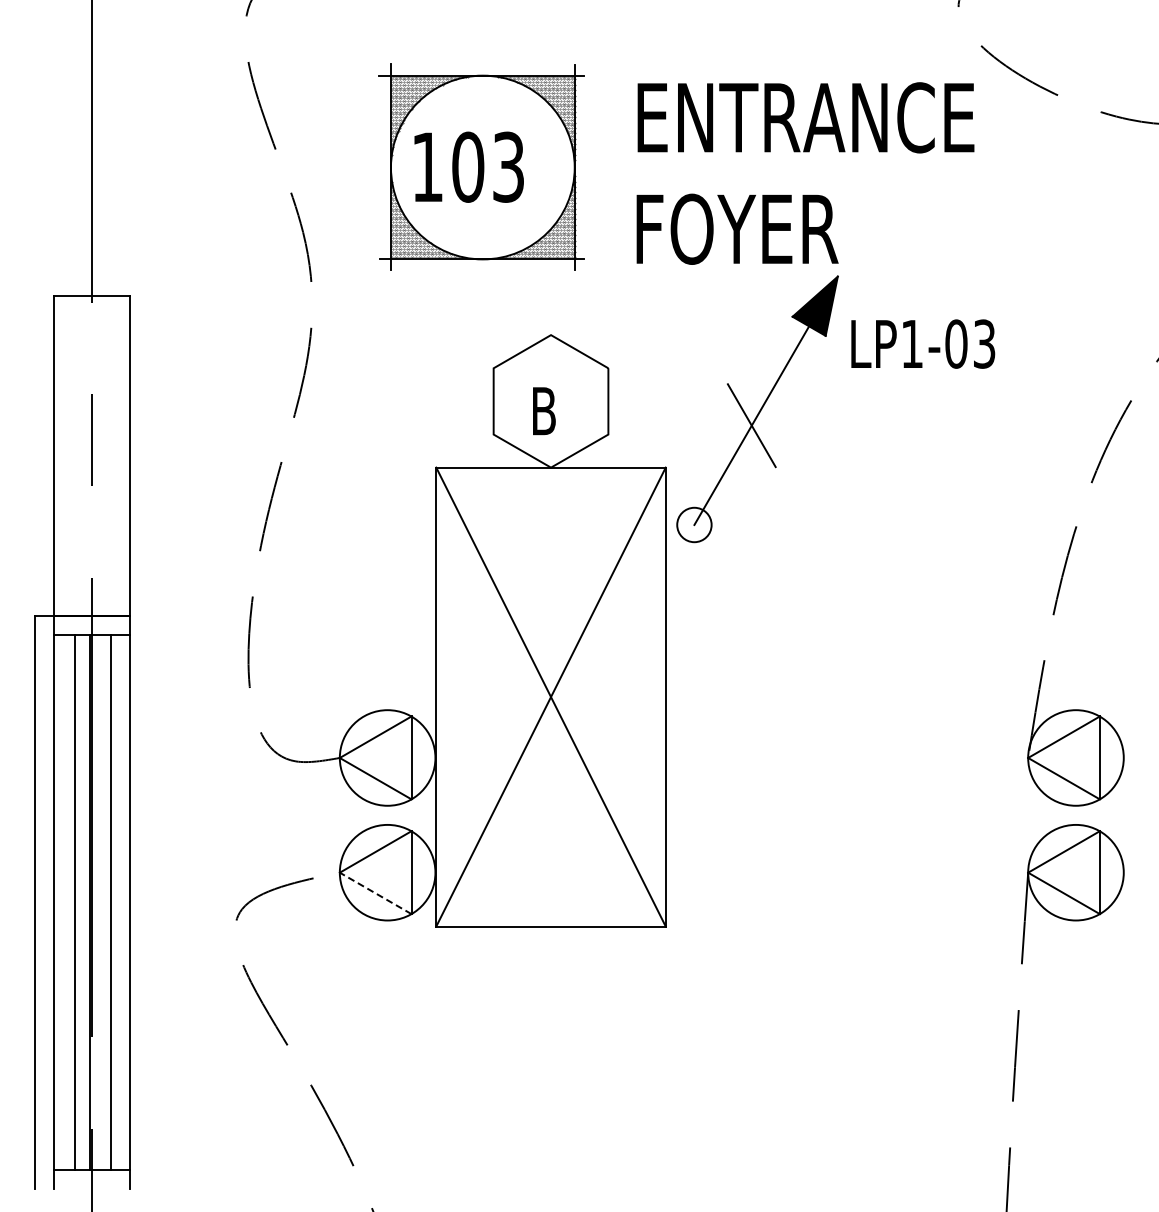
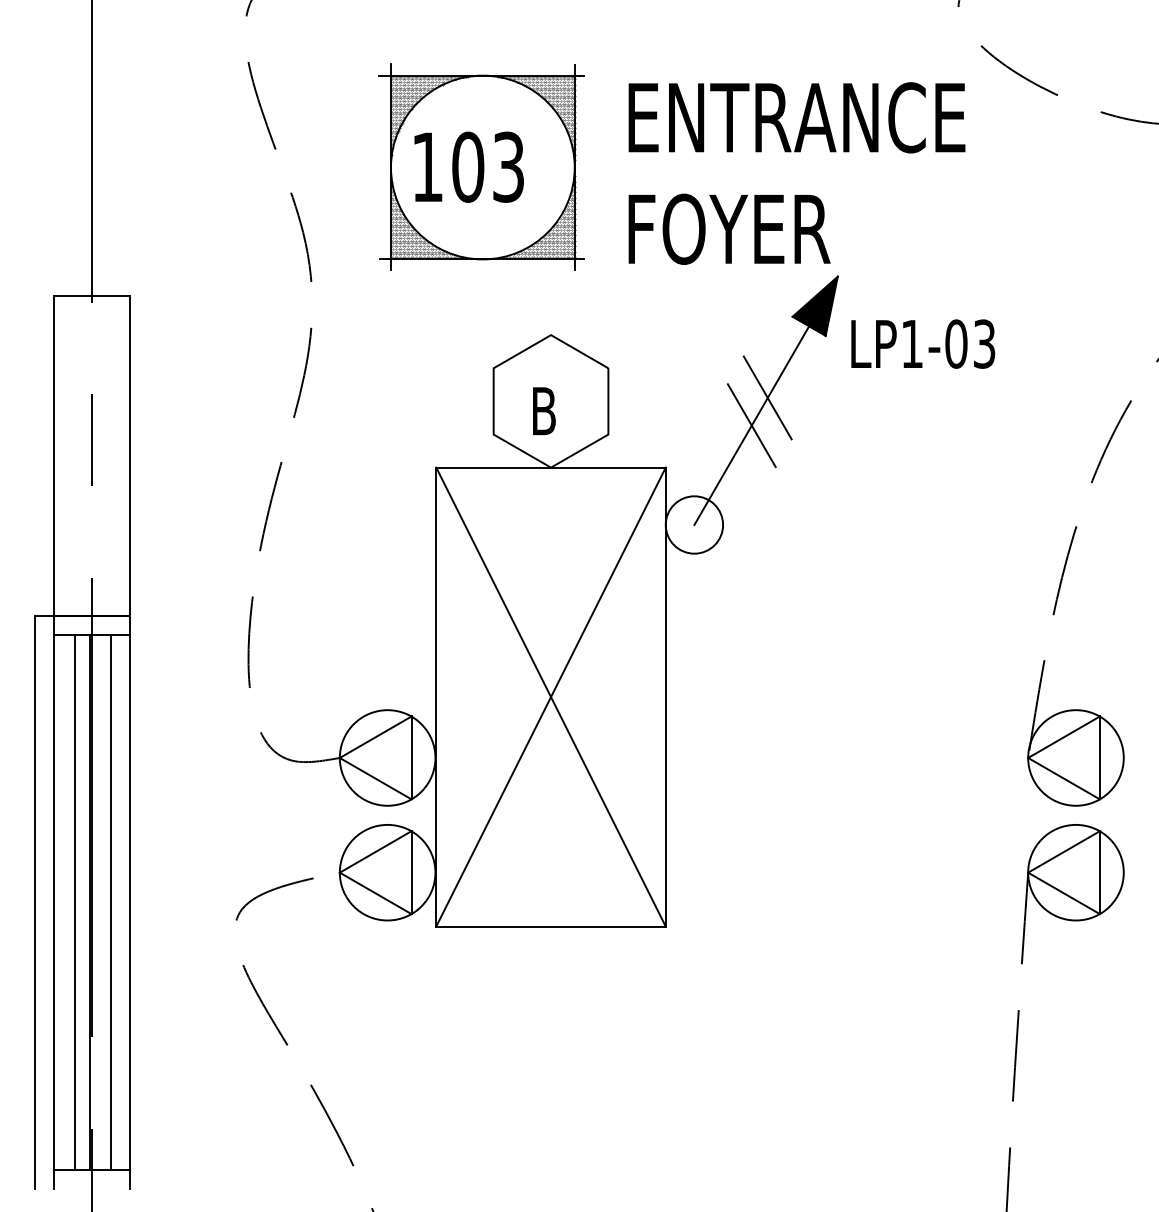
text at (805, 117) position: (805, 117) -> (796, 117)
text at (737, 228) position: (737, 228) -> (729, 228)
line at (767, 397): none -> present
circle at (694, 524) diameter: 34 px -> 57 px
line at (375, 893): dashed -> solid
